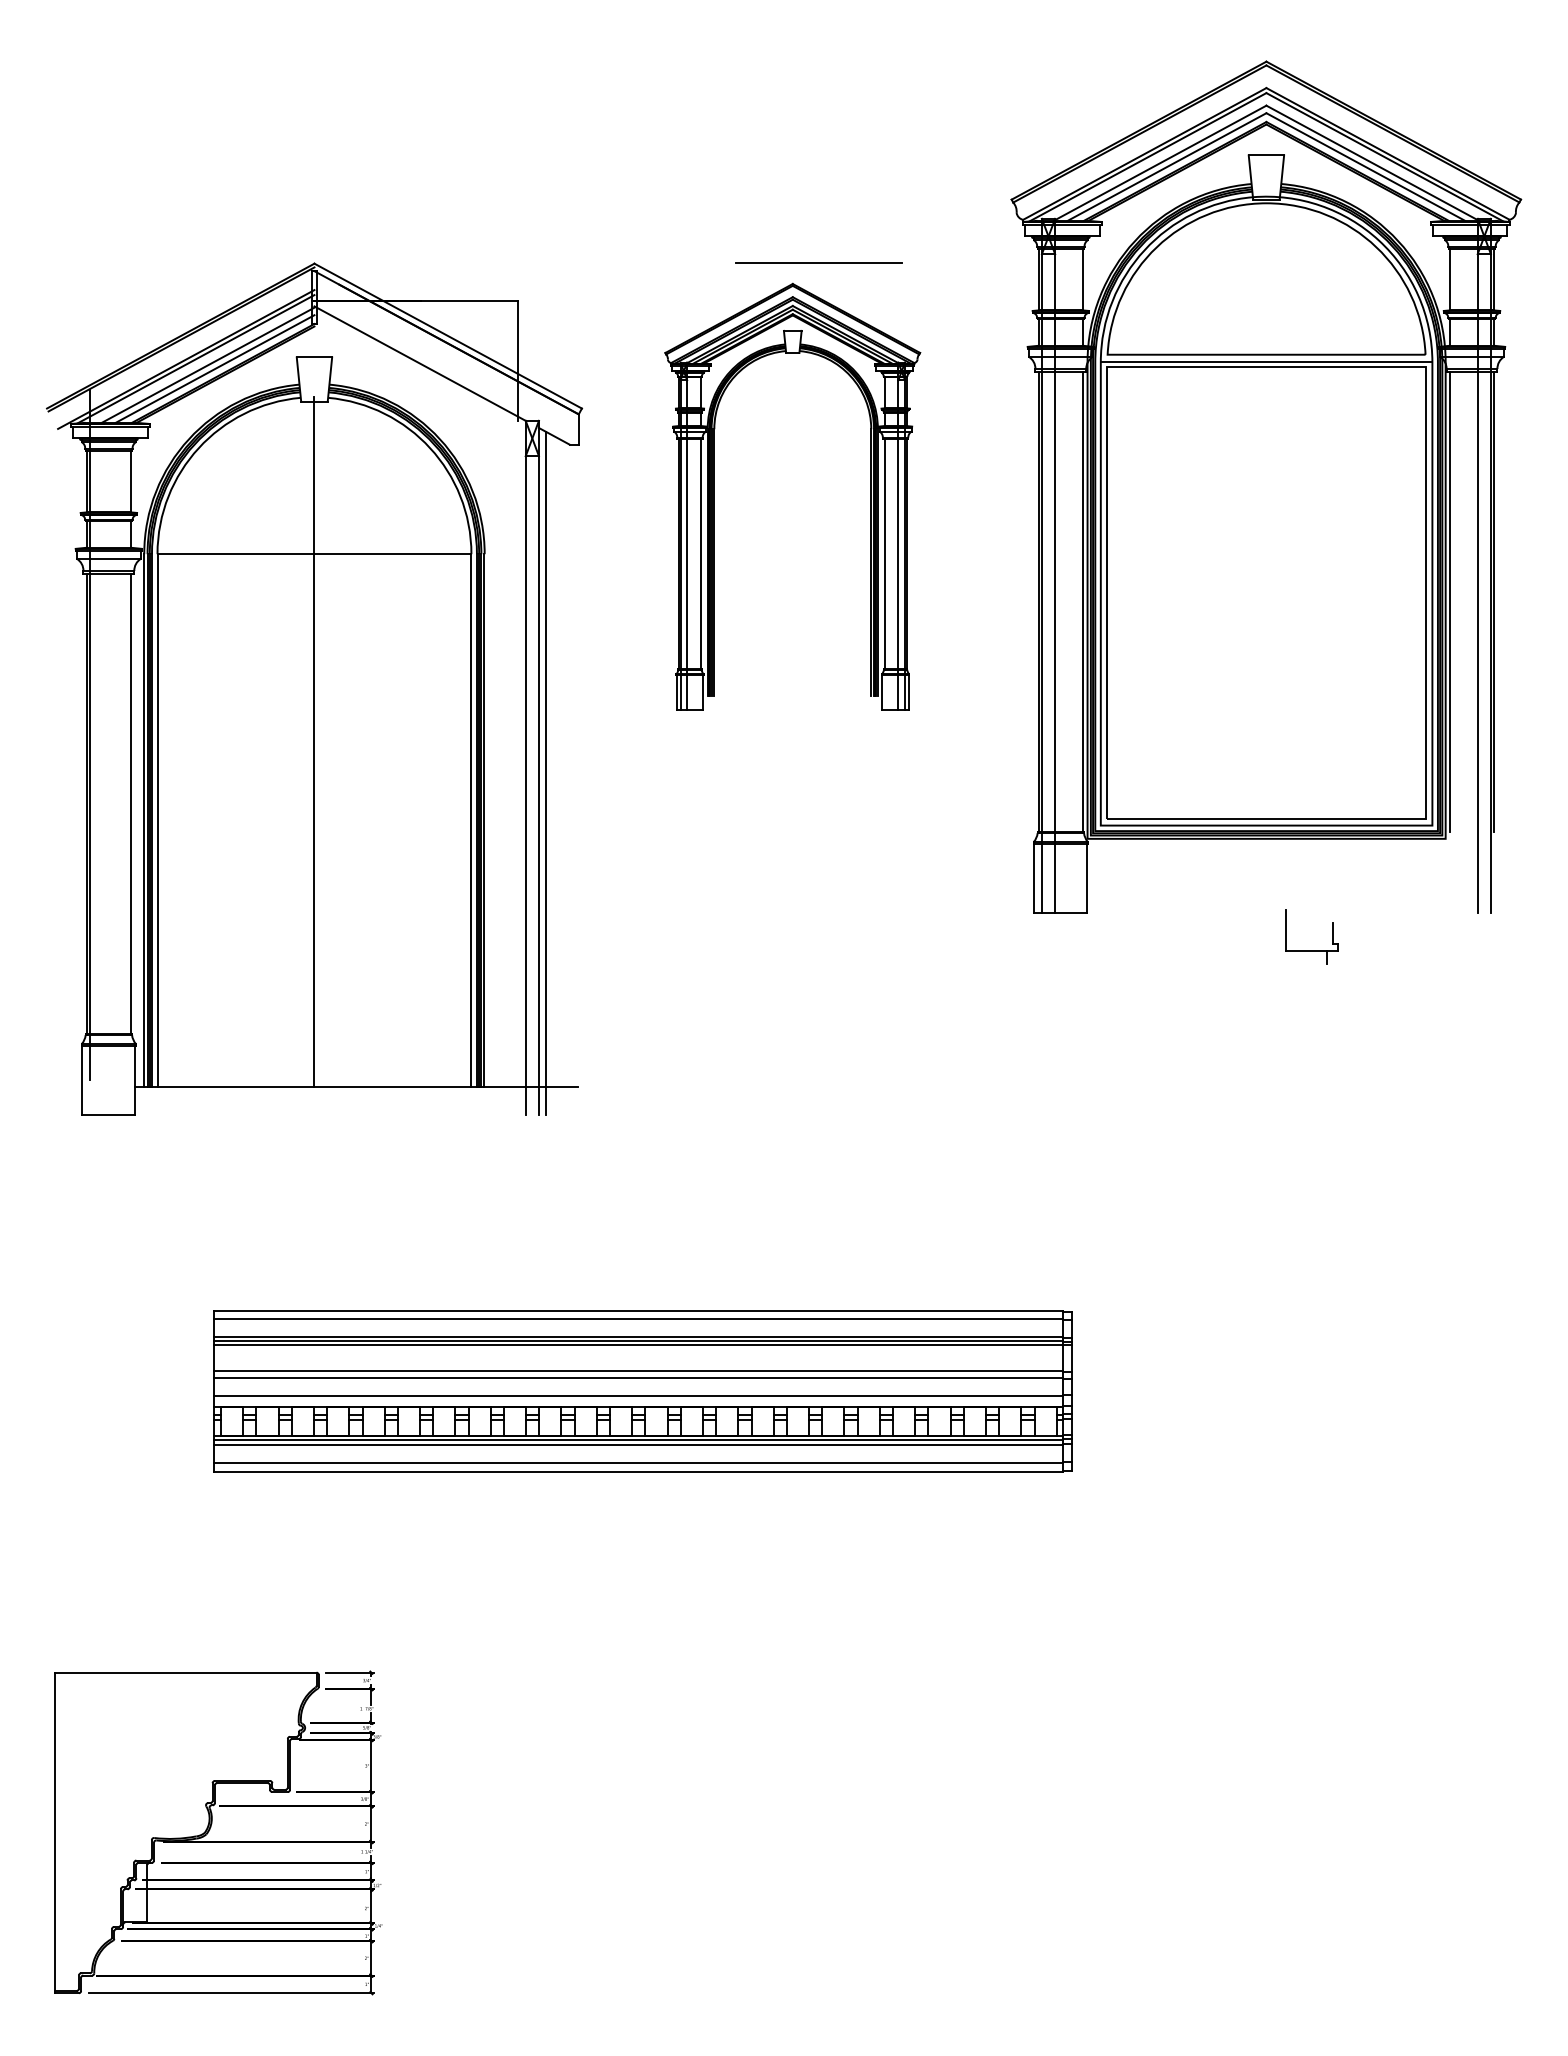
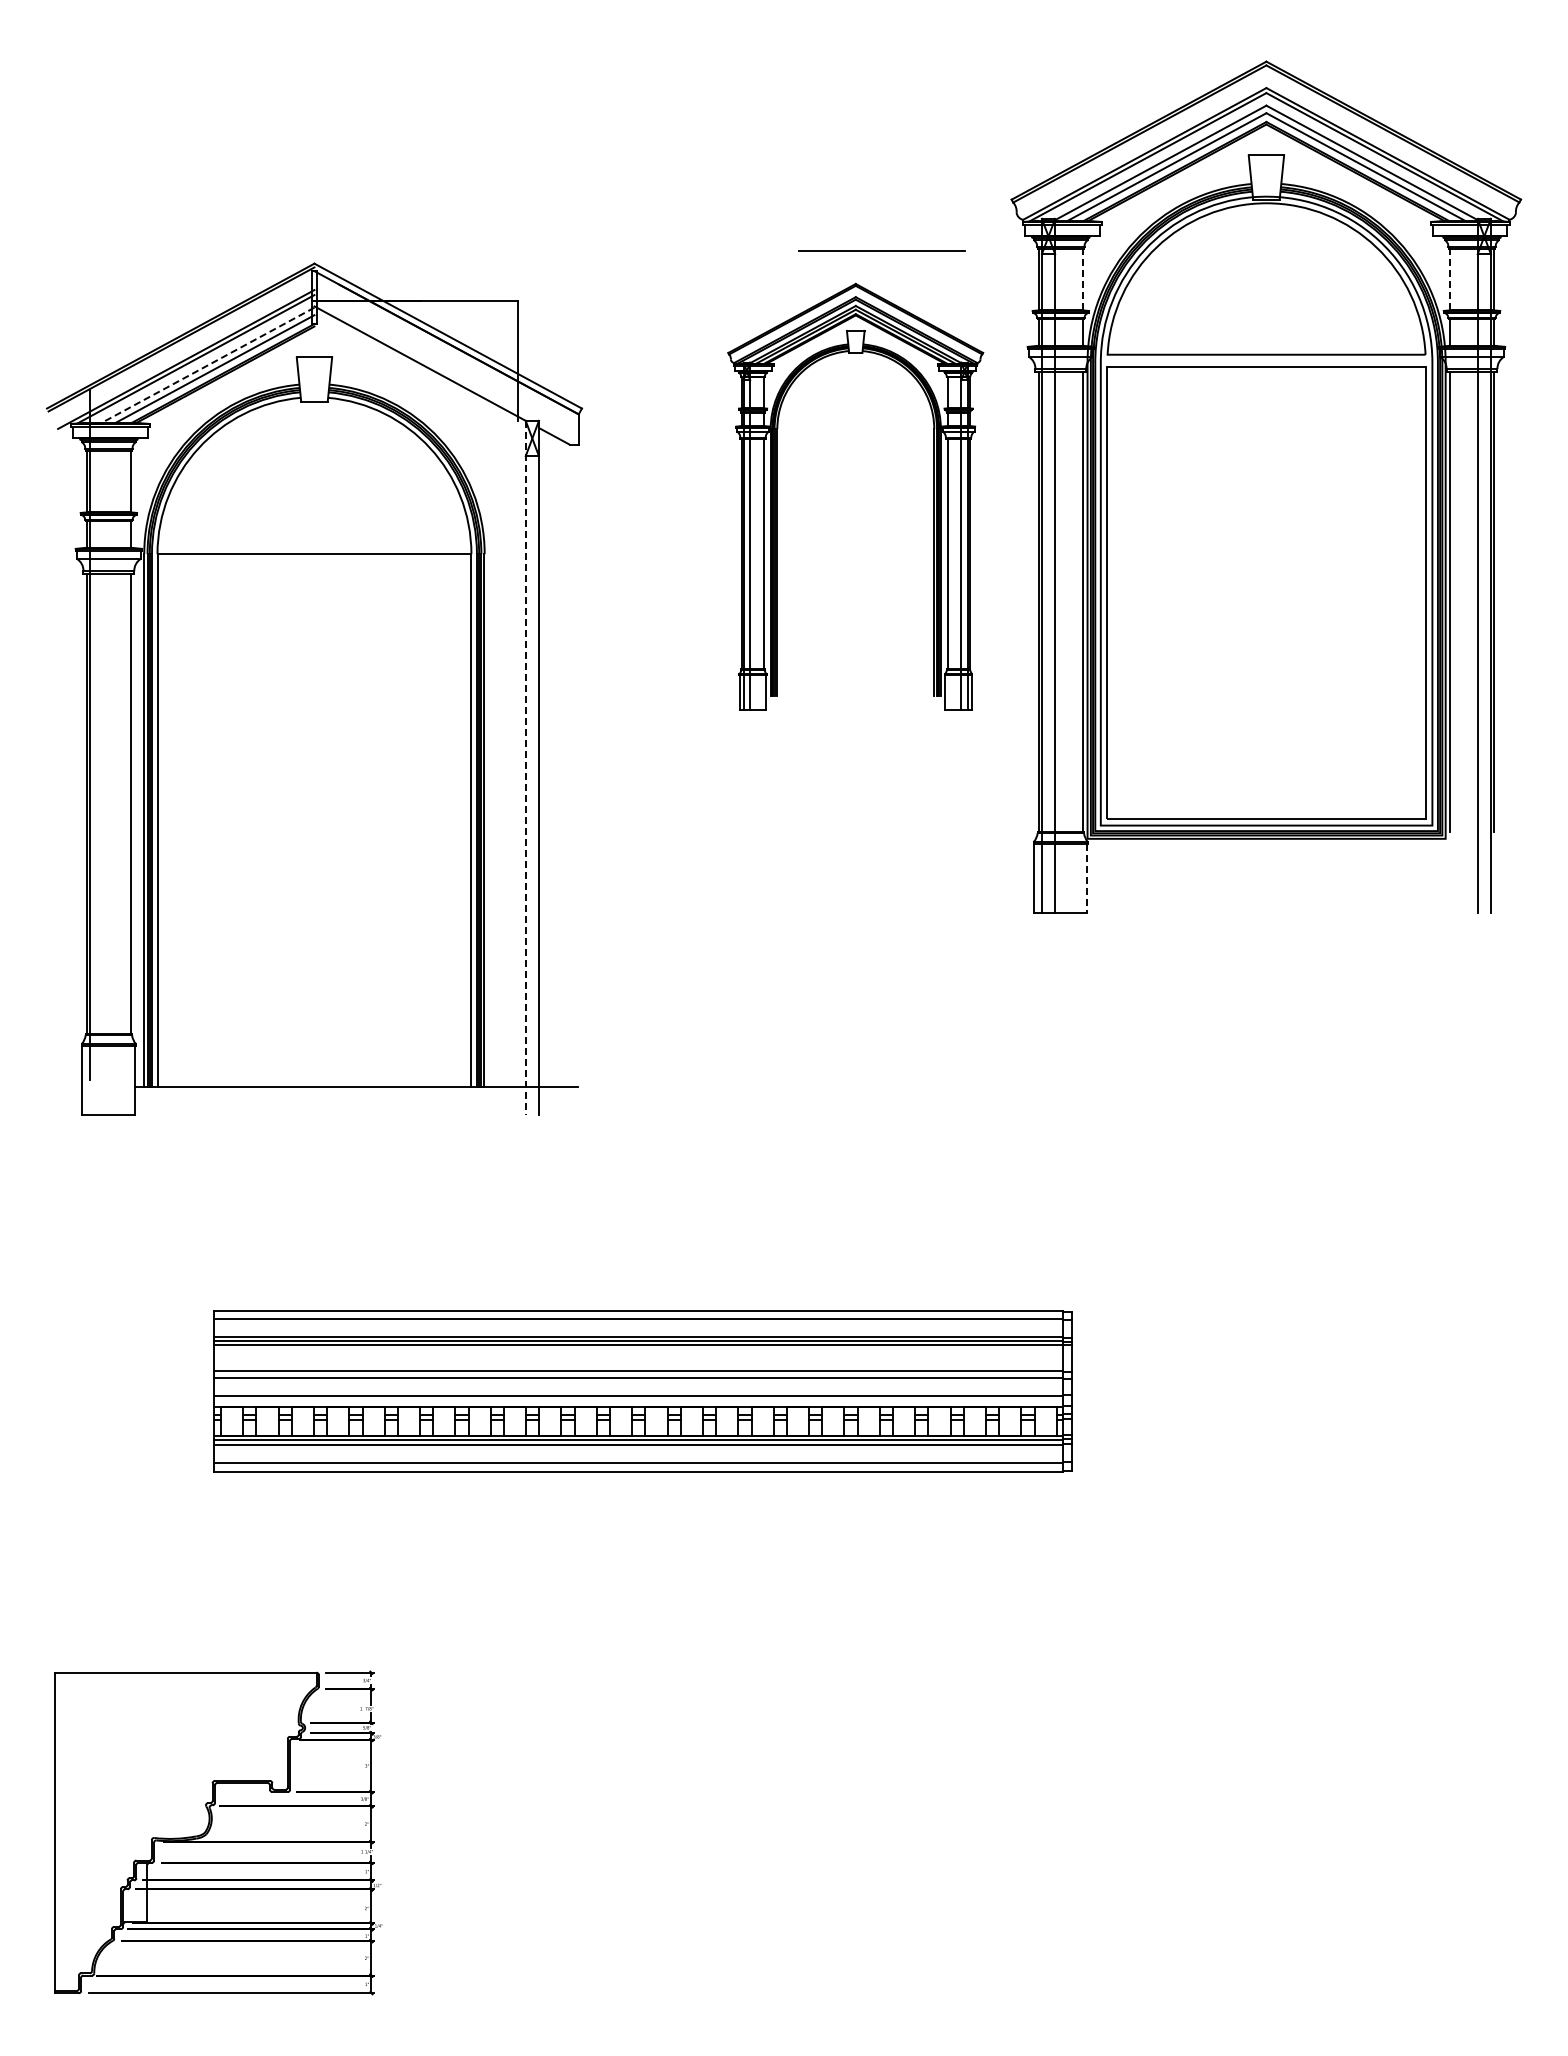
line at (818, 262) position: (818, 262) -> (881, 250)
line at (1082, 279): solid -> dashed
line at (1449, 279): solid -> dashed
line at (1266, 362): present -> none
line at (208, 365): solid -> dashed
part at (714, 496) position: (714, 496) -> (777, 496)
line at (314, 741): present -> none
line at (525, 768): solid -> dashed
line at (545, 772): present -> none
line at (1087, 879): solid -> dashed
part at (1311, 950): present -> none
